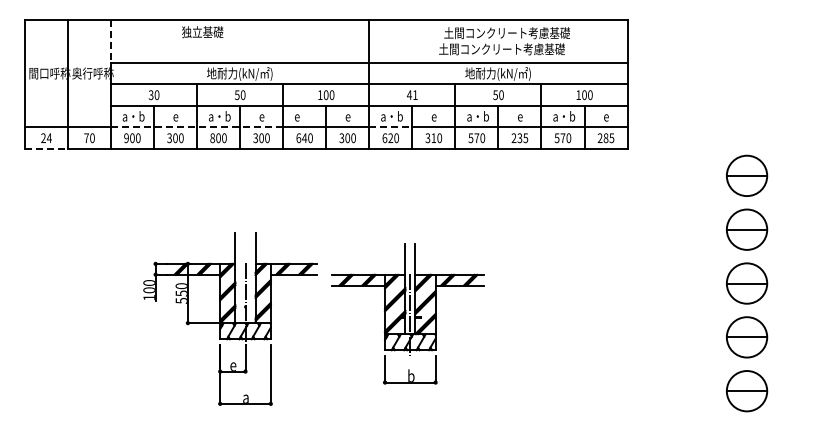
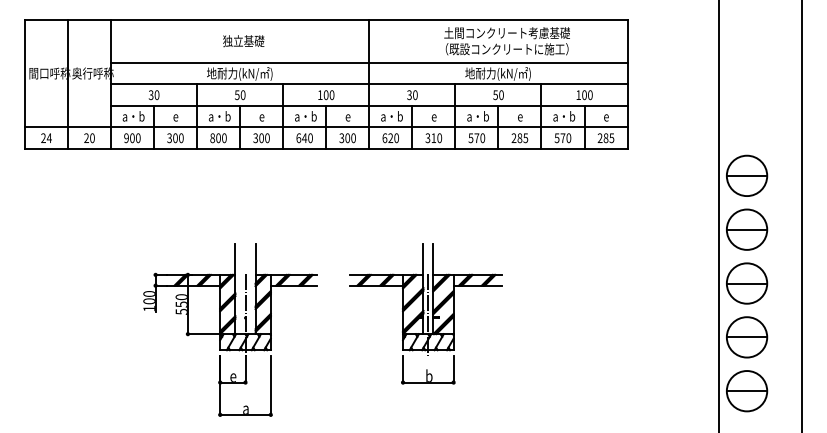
text at (202, 32) position: (202, 32) -> (243, 41)
line at (110, 41): dashed -> solid
text at (503, 49): 土間コンクリート考慮基礎 -> （既設コンクリートに施工）
text at (412, 95): 41 -> 30
text at (305, 116): e -> a・b
line at (197, 127): dashed -> solid
line at (390, 127): dashed -> solid
text at (86, 137): 70 -> 20
text at (519, 137): 235 -> 285
line at (46, 149): dashed -> solid
line at (718, 215): none -> present
line at (802, 215): none -> present
part at (407, 313) position: (407, 313) -> (425, 313)
part at (230, 318) position: (230, 318) -> (230, 329)
